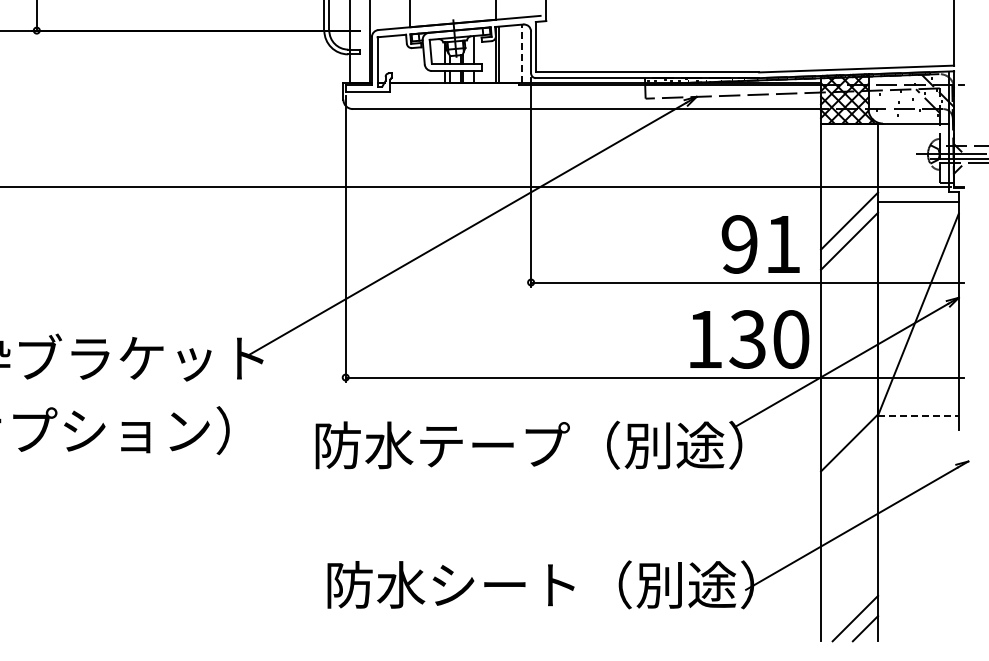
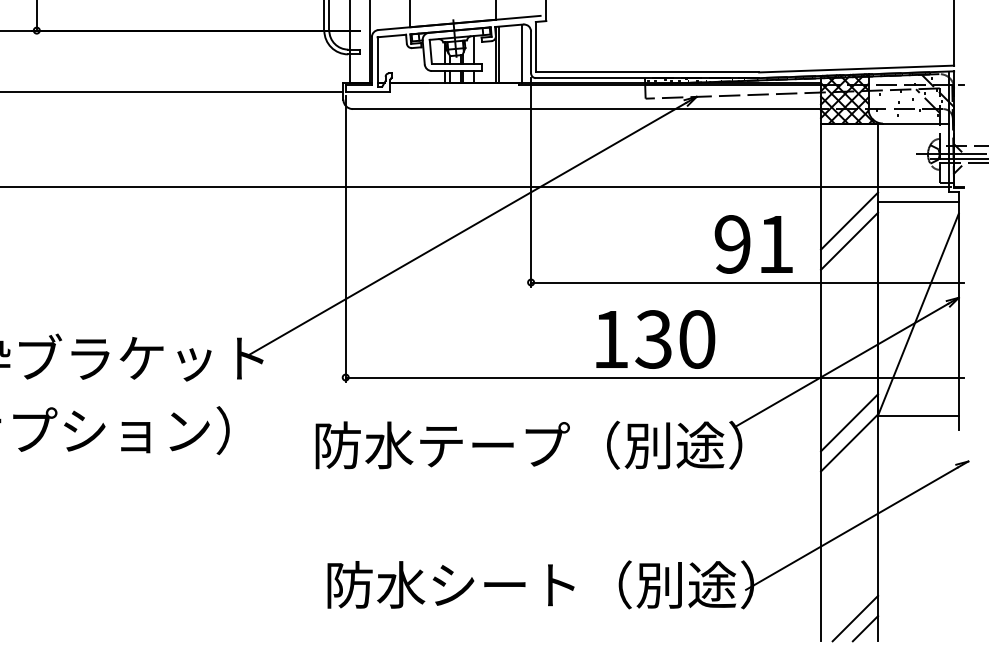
line at (521, 53): dashed -> solid
line at (172, 92): none -> present
text at (760, 244) position: (760, 244) -> (753, 244)
text at (749, 339) position: (749, 339) -> (655, 339)
line at (918, 415): dashed -> solid
line at (849, 422): none -> present
